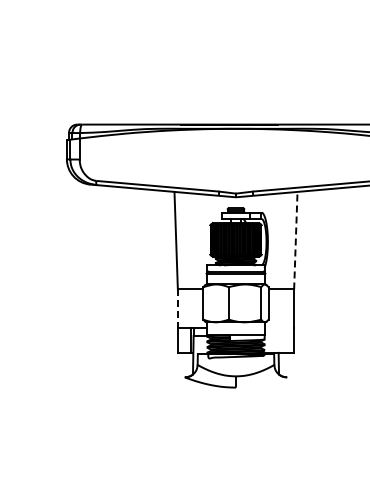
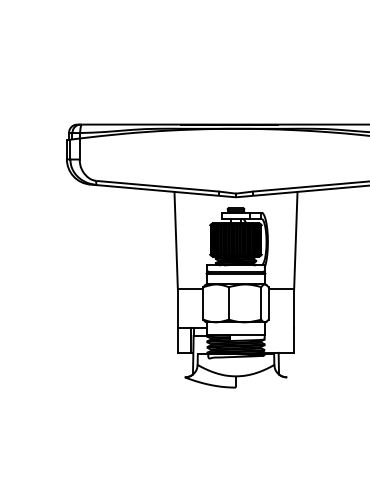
line at (295, 240): dashed -> solid
line at (177, 308): dashed -> solid
